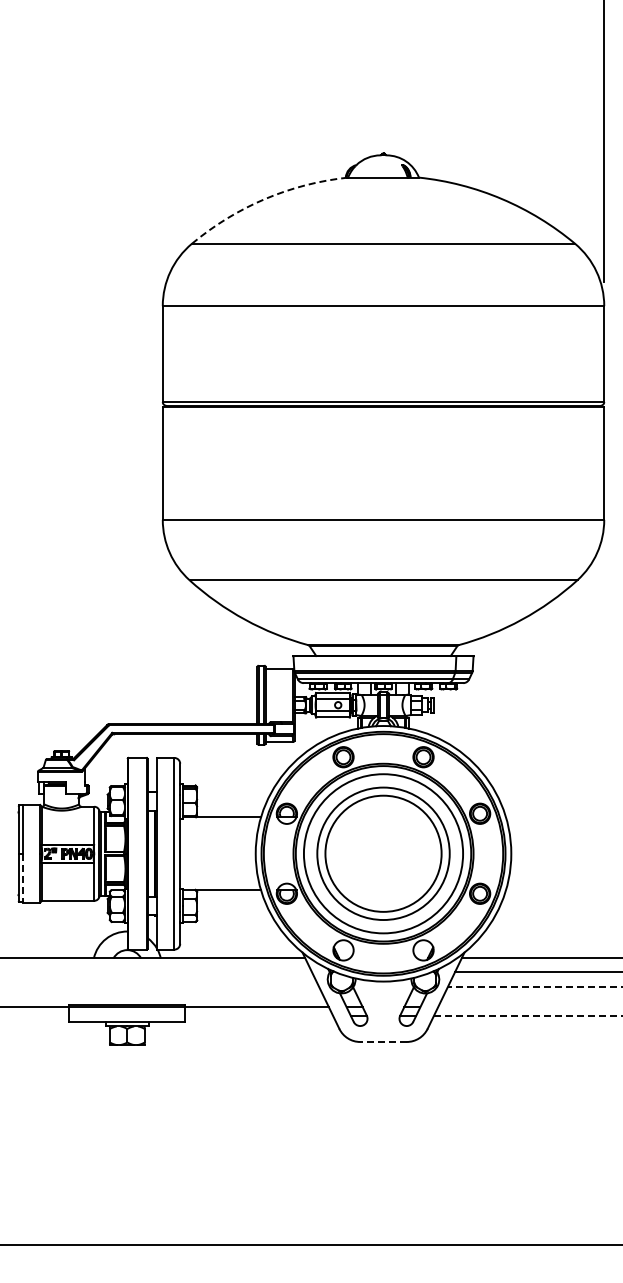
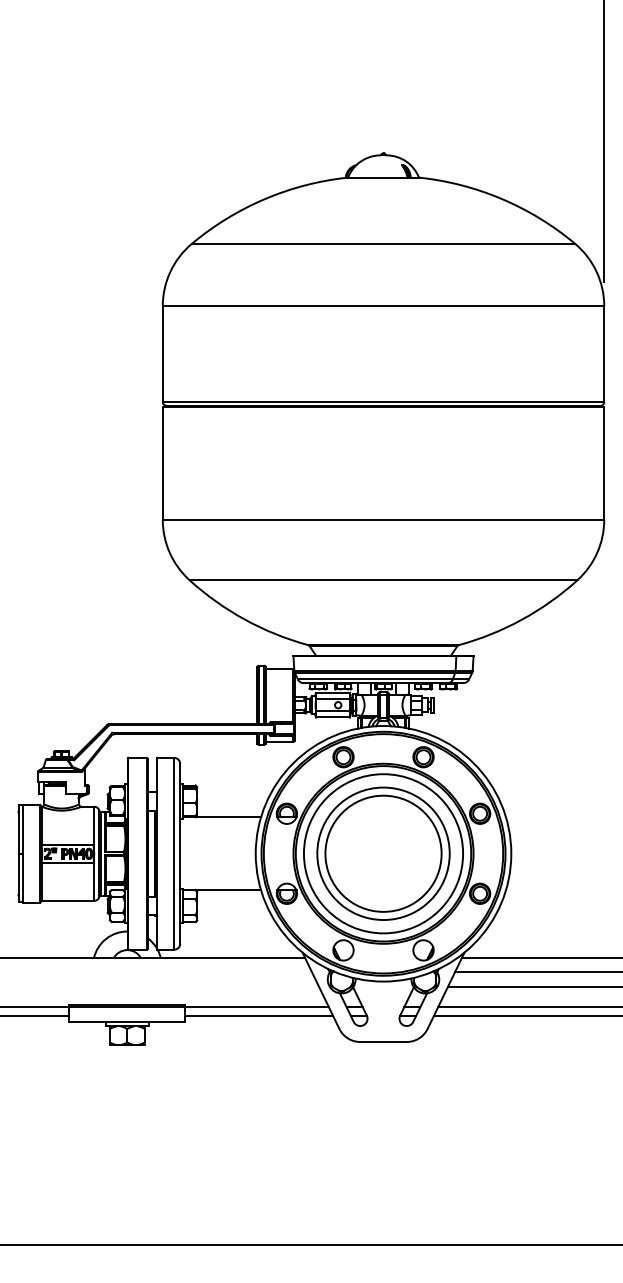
arc at (265, 199): dashed -> solid
line at (23, 878): dashed -> solid
line at (534, 986): dashed -> solid
line at (528, 1007): none -> present
line at (35, 1016): none -> present
line at (259, 1016): none -> present
line at (528, 1016): dashed -> solid
line at (383, 1041): dashed -> solid
